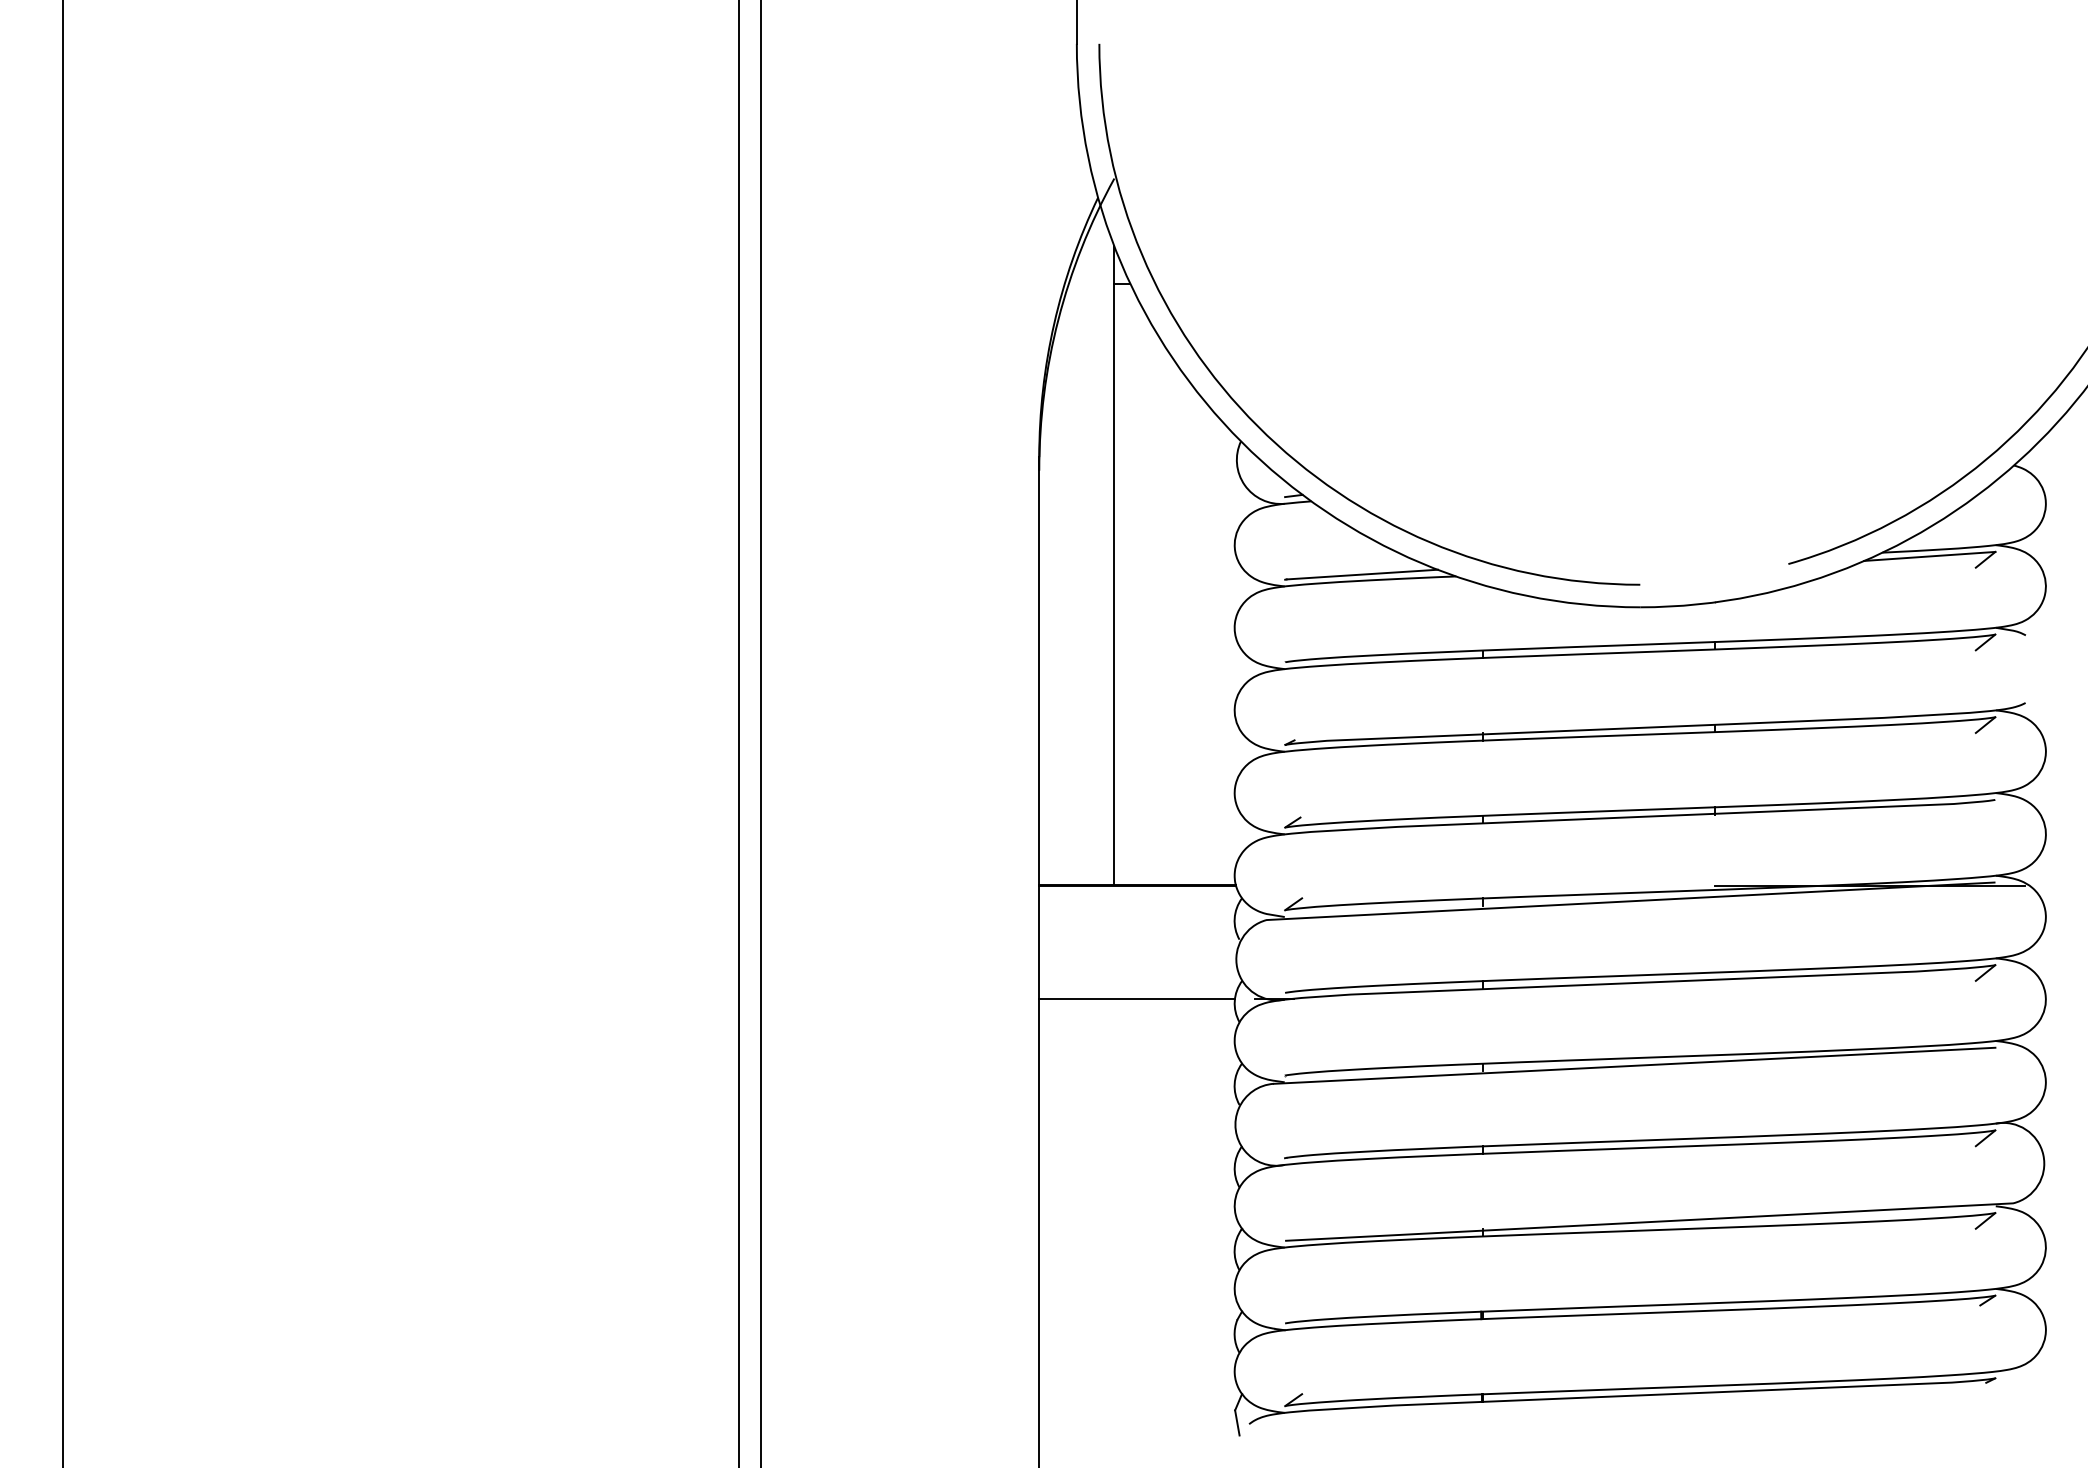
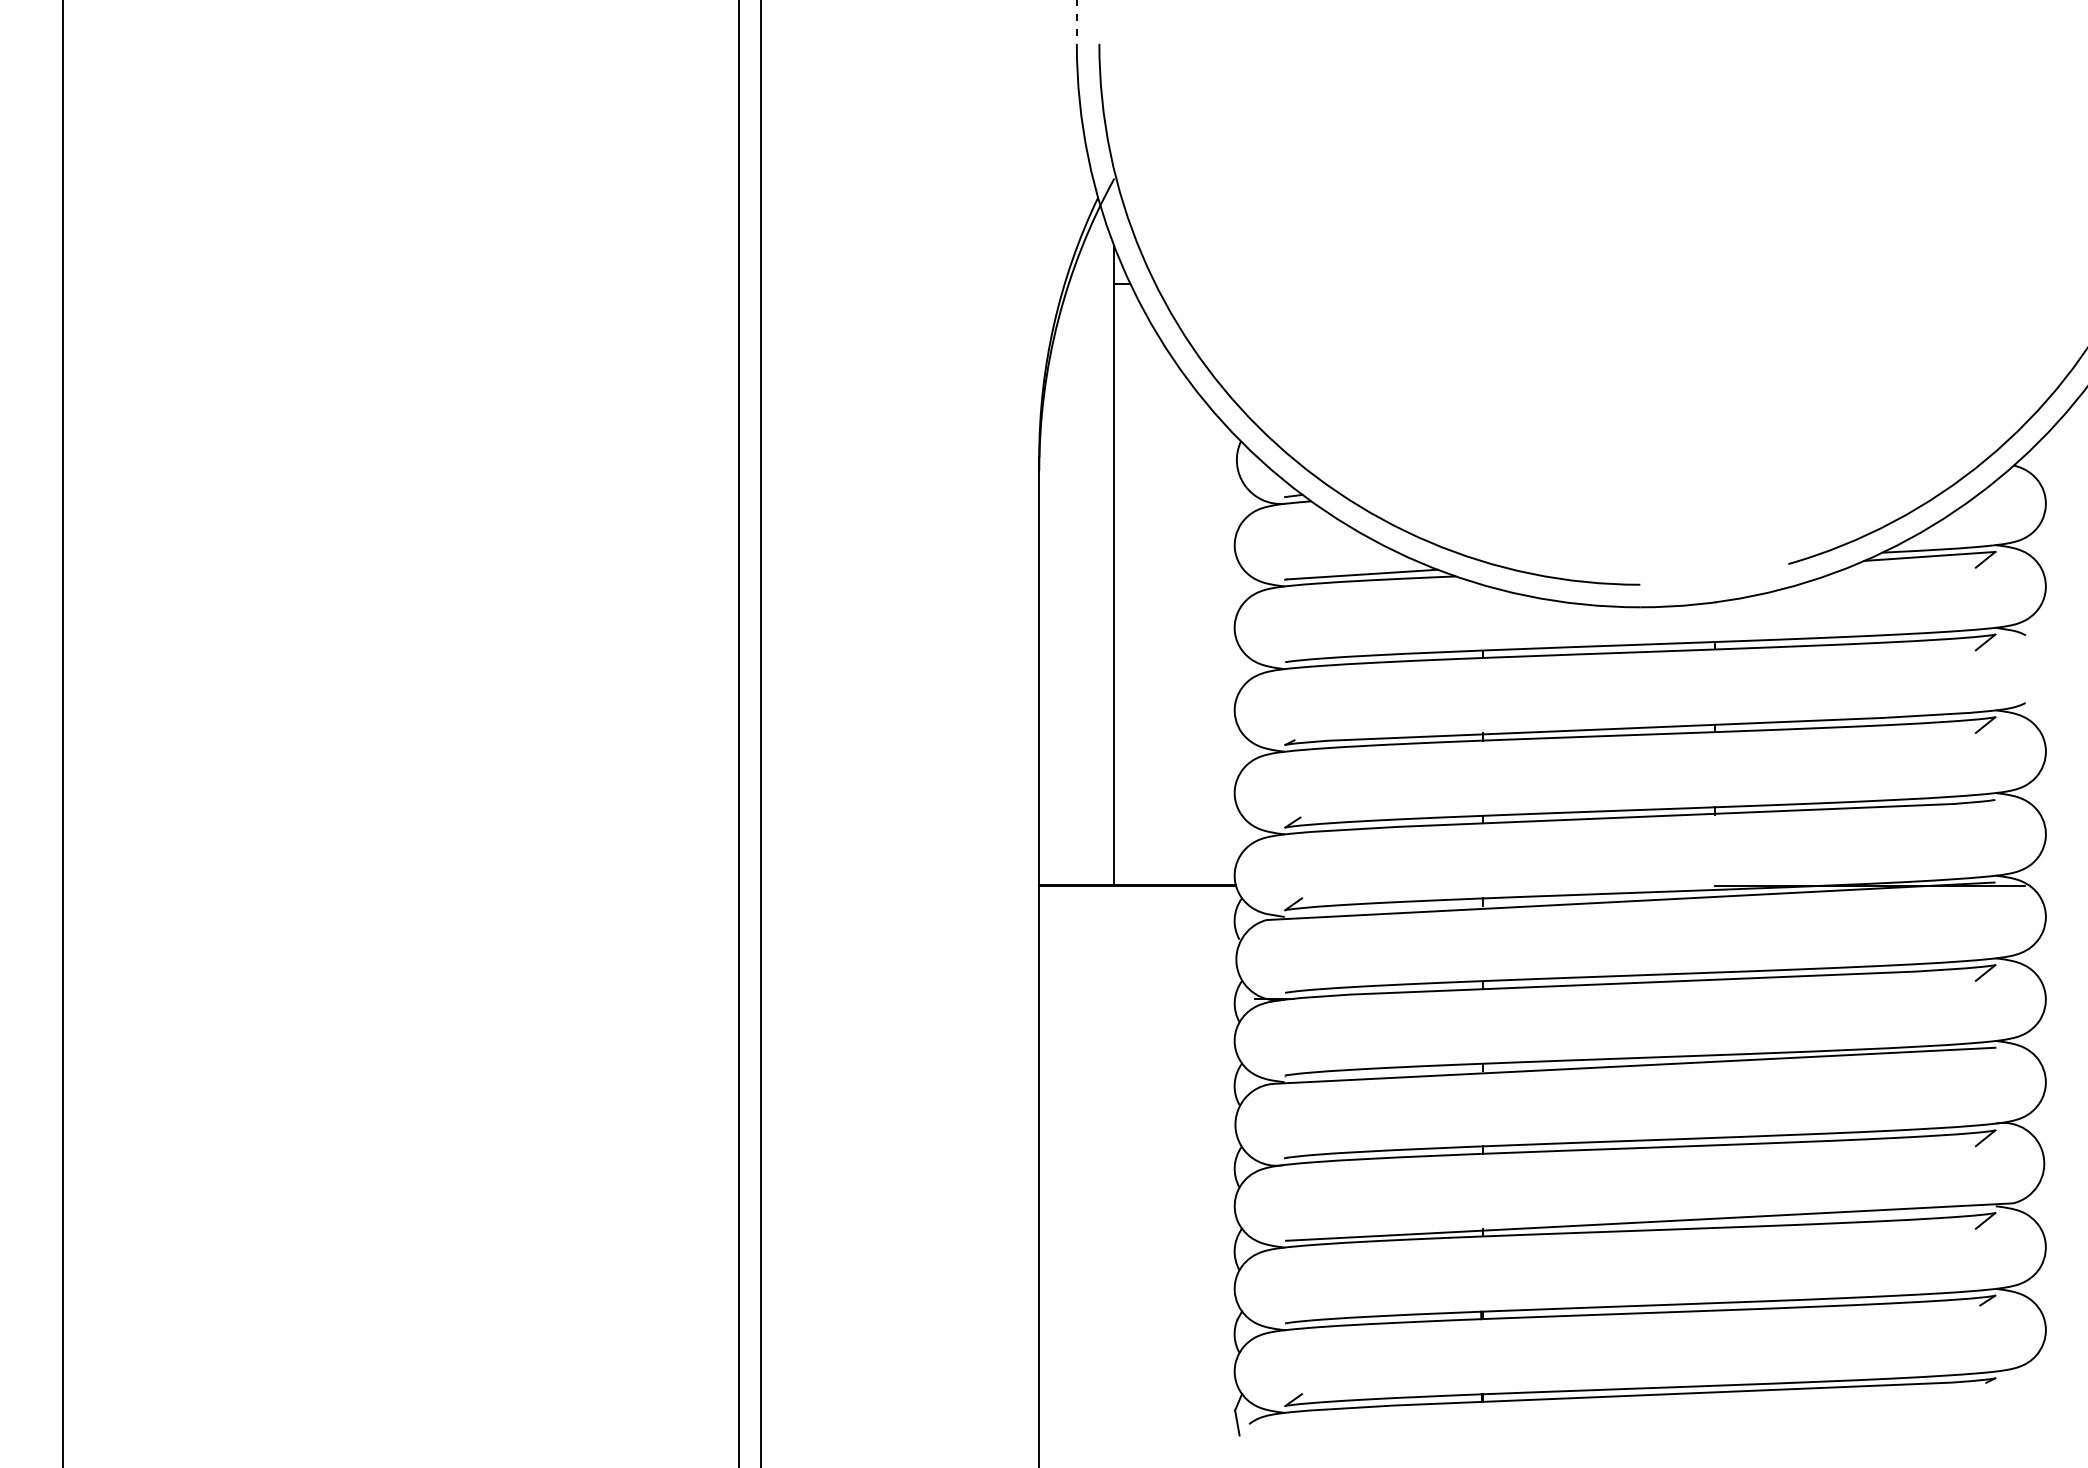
line at (1076, 22): solid -> dashed
line at (1136, 998): present -> none
